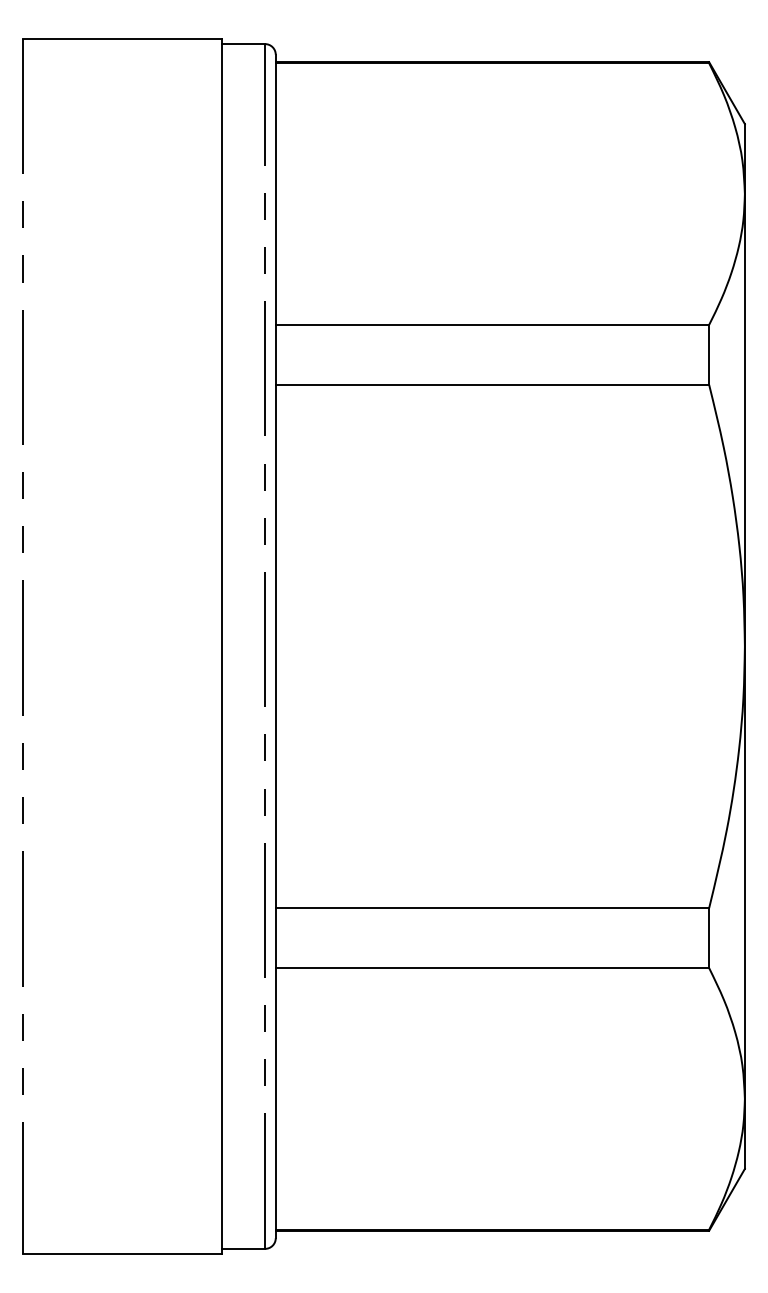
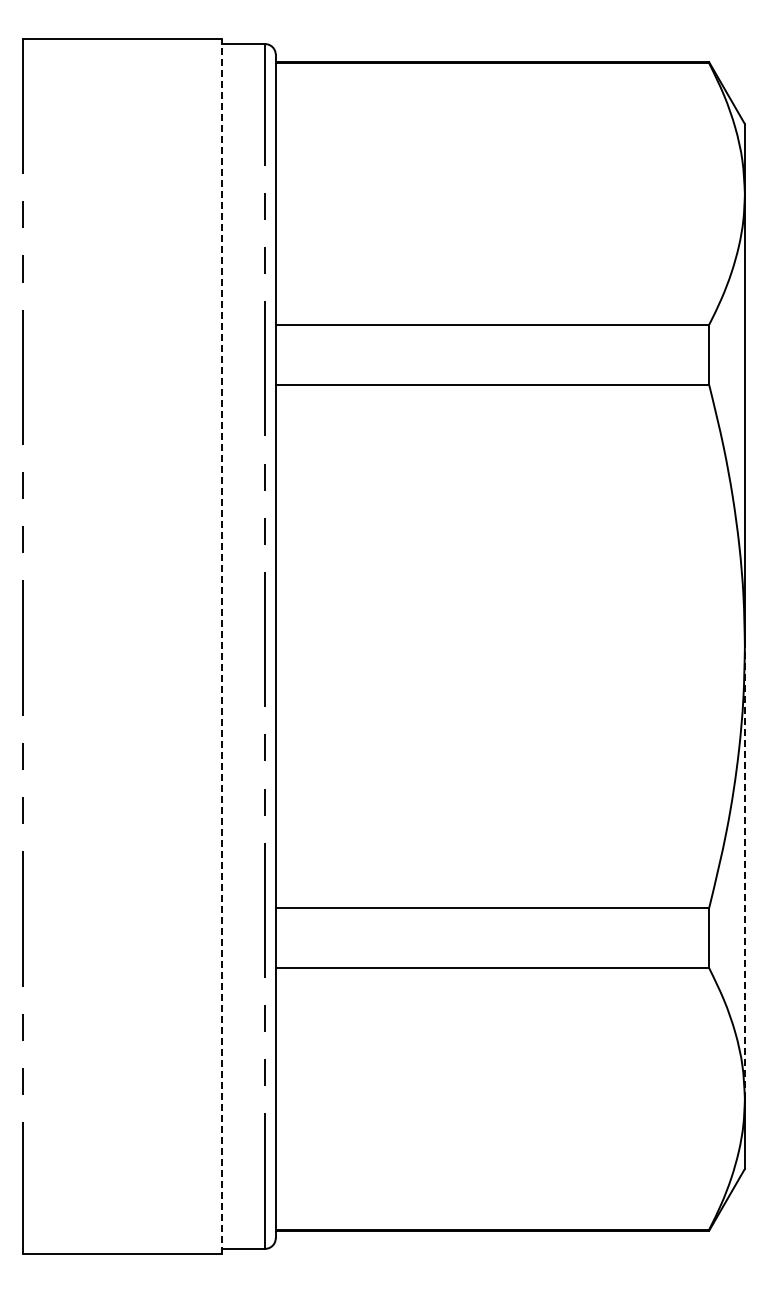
line at (222, 646): solid -> dashed
line at (744, 872): solid -> dashed
